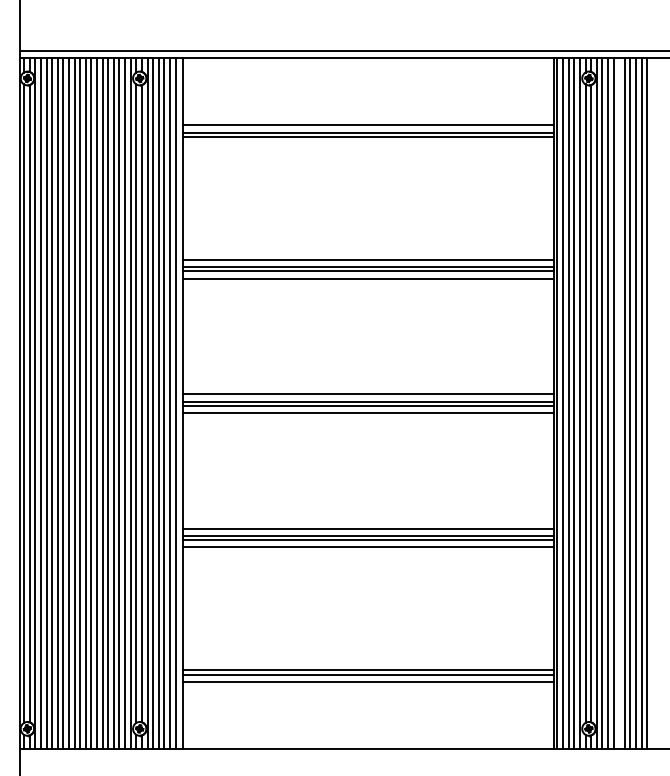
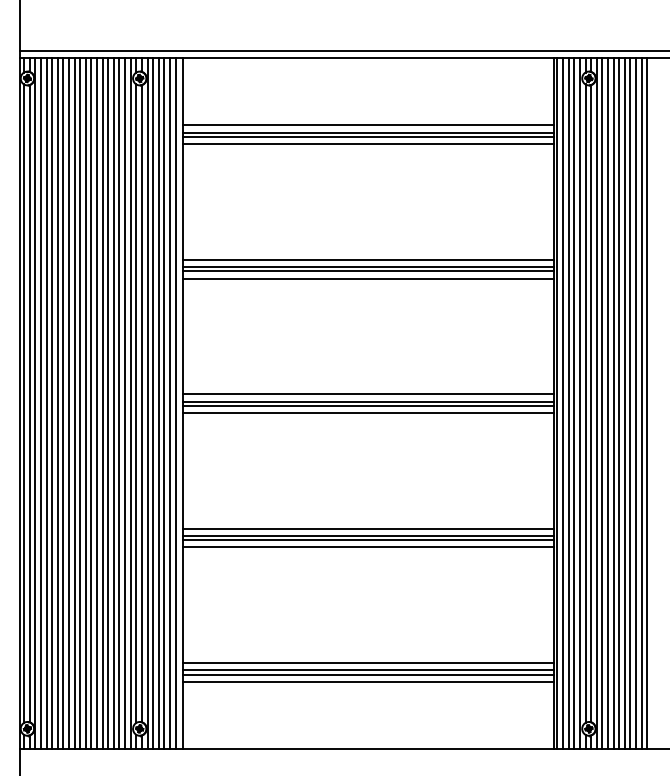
line at (368, 144): none -> present
line at (619, 403): none -> present
line at (368, 663): none -> present
